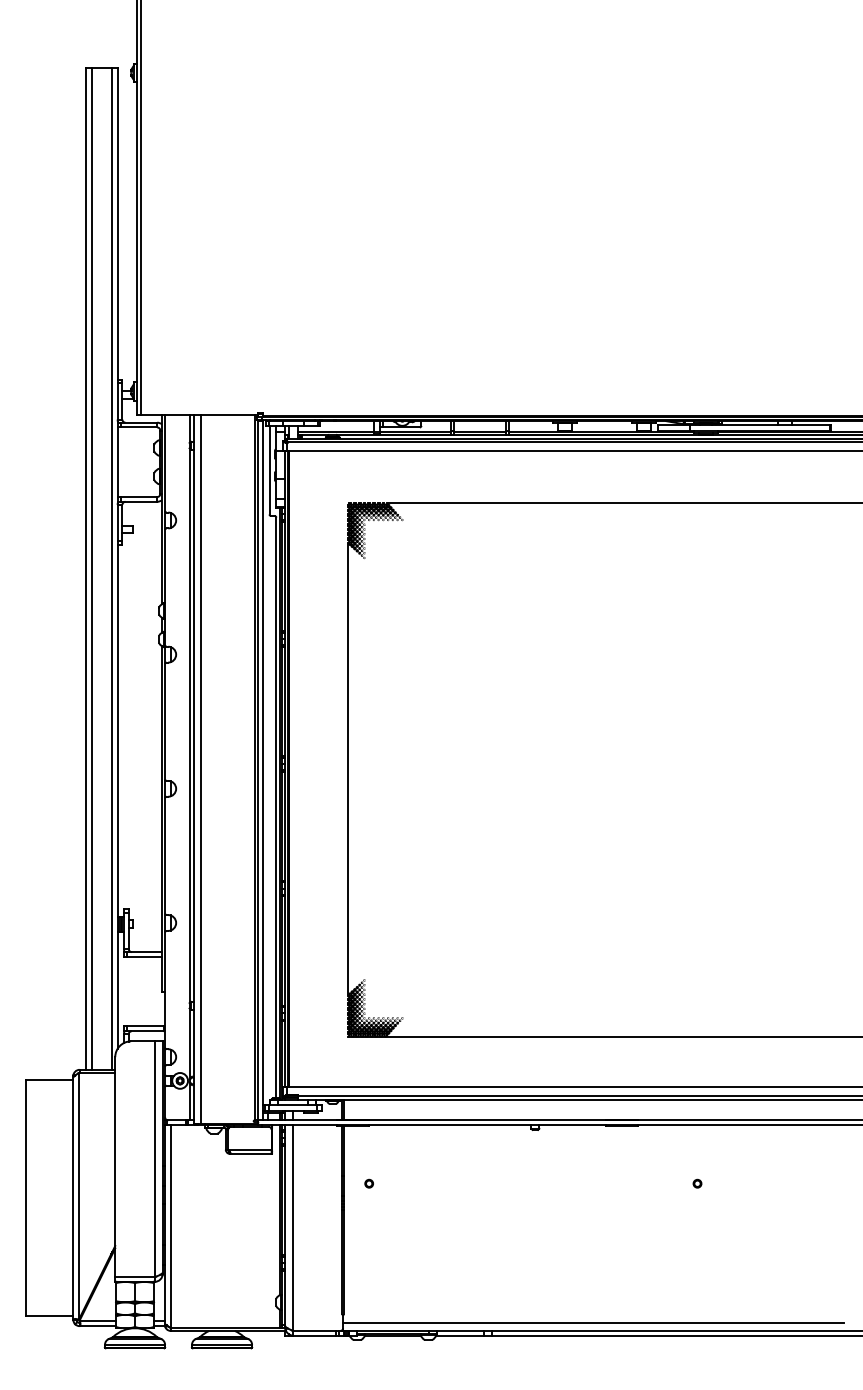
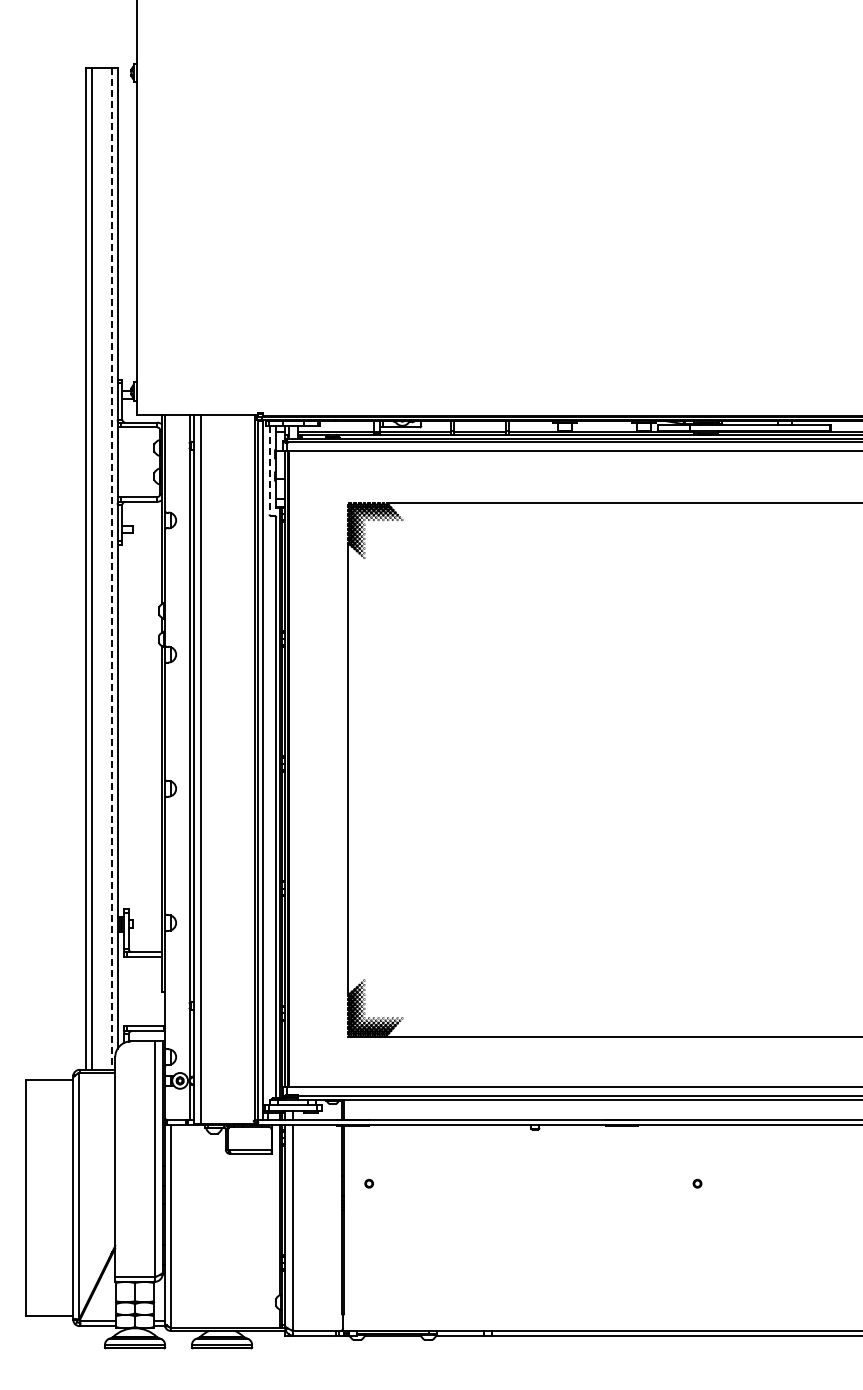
line at (140, 208): present -> none
line at (269, 470): solid -> dashed
line at (112, 569): solid -> dashed
line at (593, 1322): present -> none
